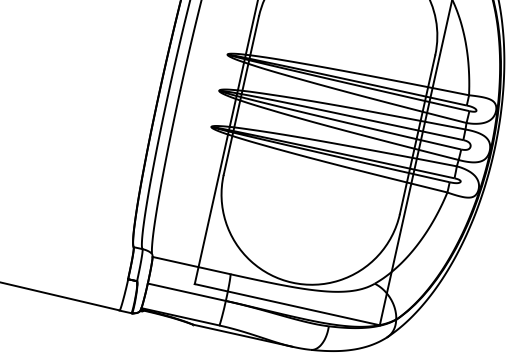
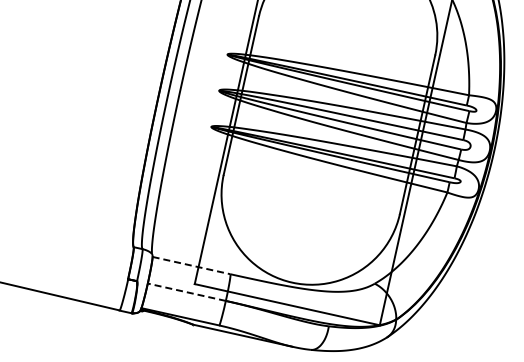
line at (191, 265): solid -> dashed
line at (186, 292): solid -> dashed
